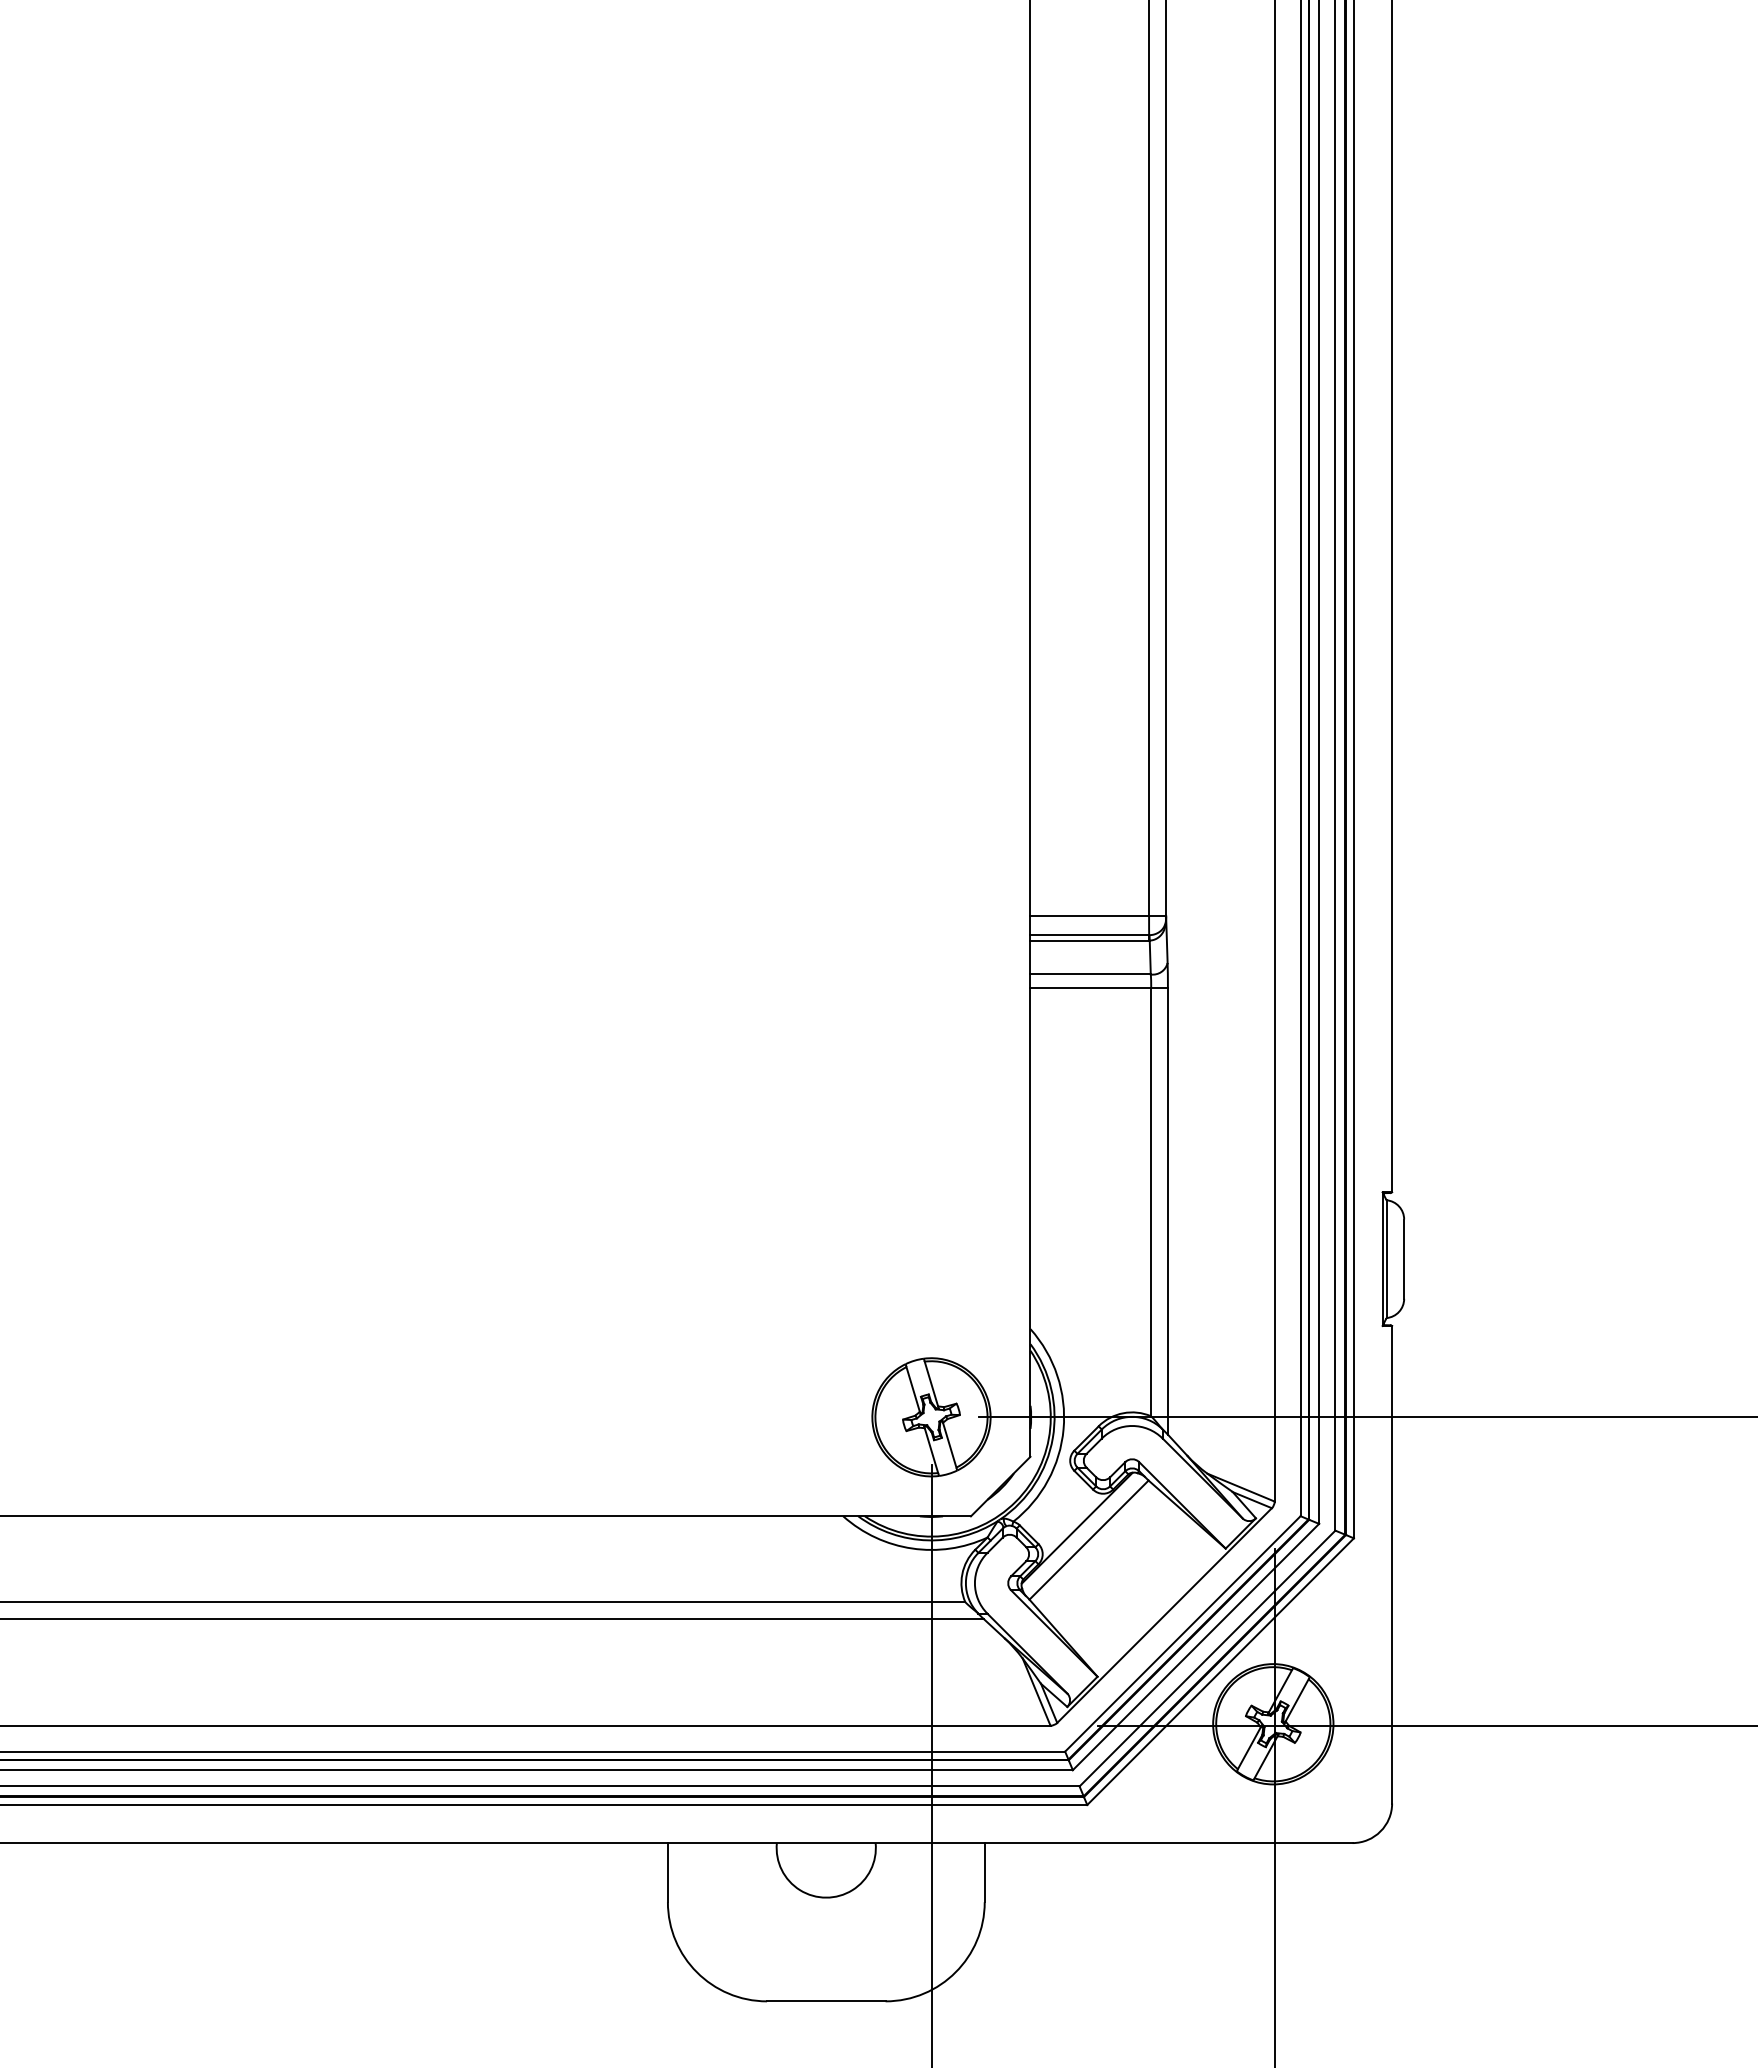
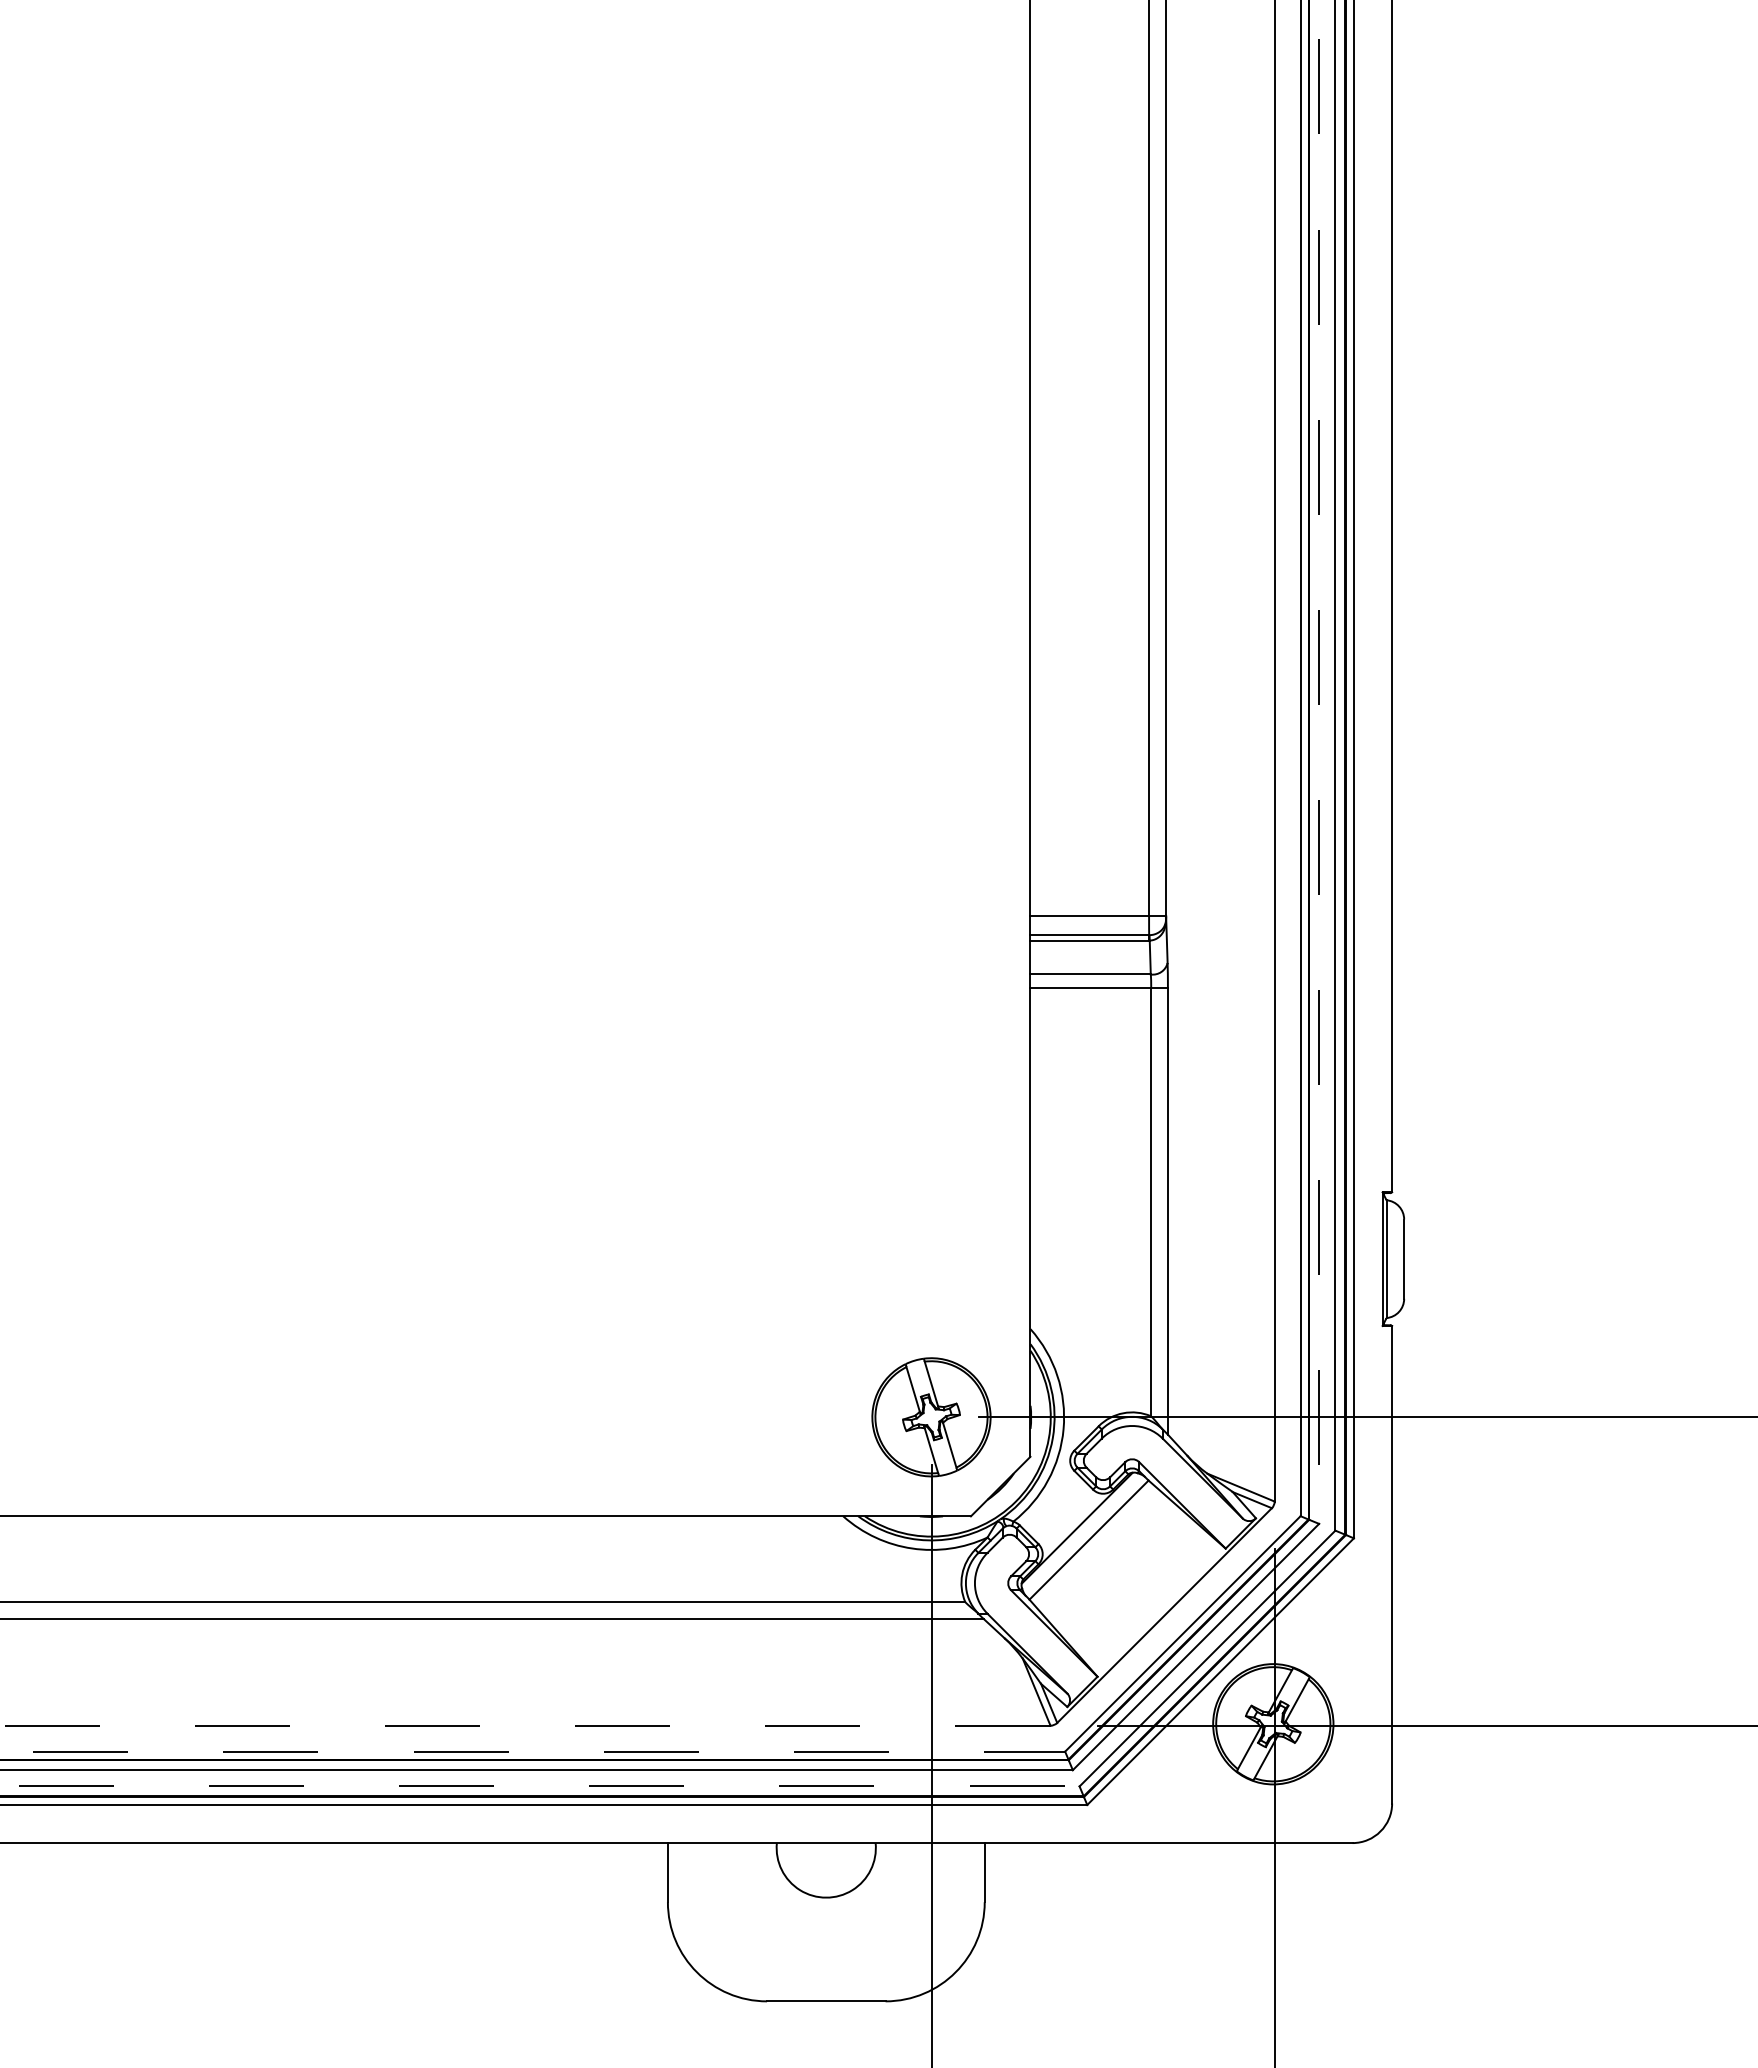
line at (1319, 762): solid -> dashed
line at (525, 1725): solid -> dashed
line at (533, 1751): solid -> dashed
line at (540, 1786): solid -> dashed
